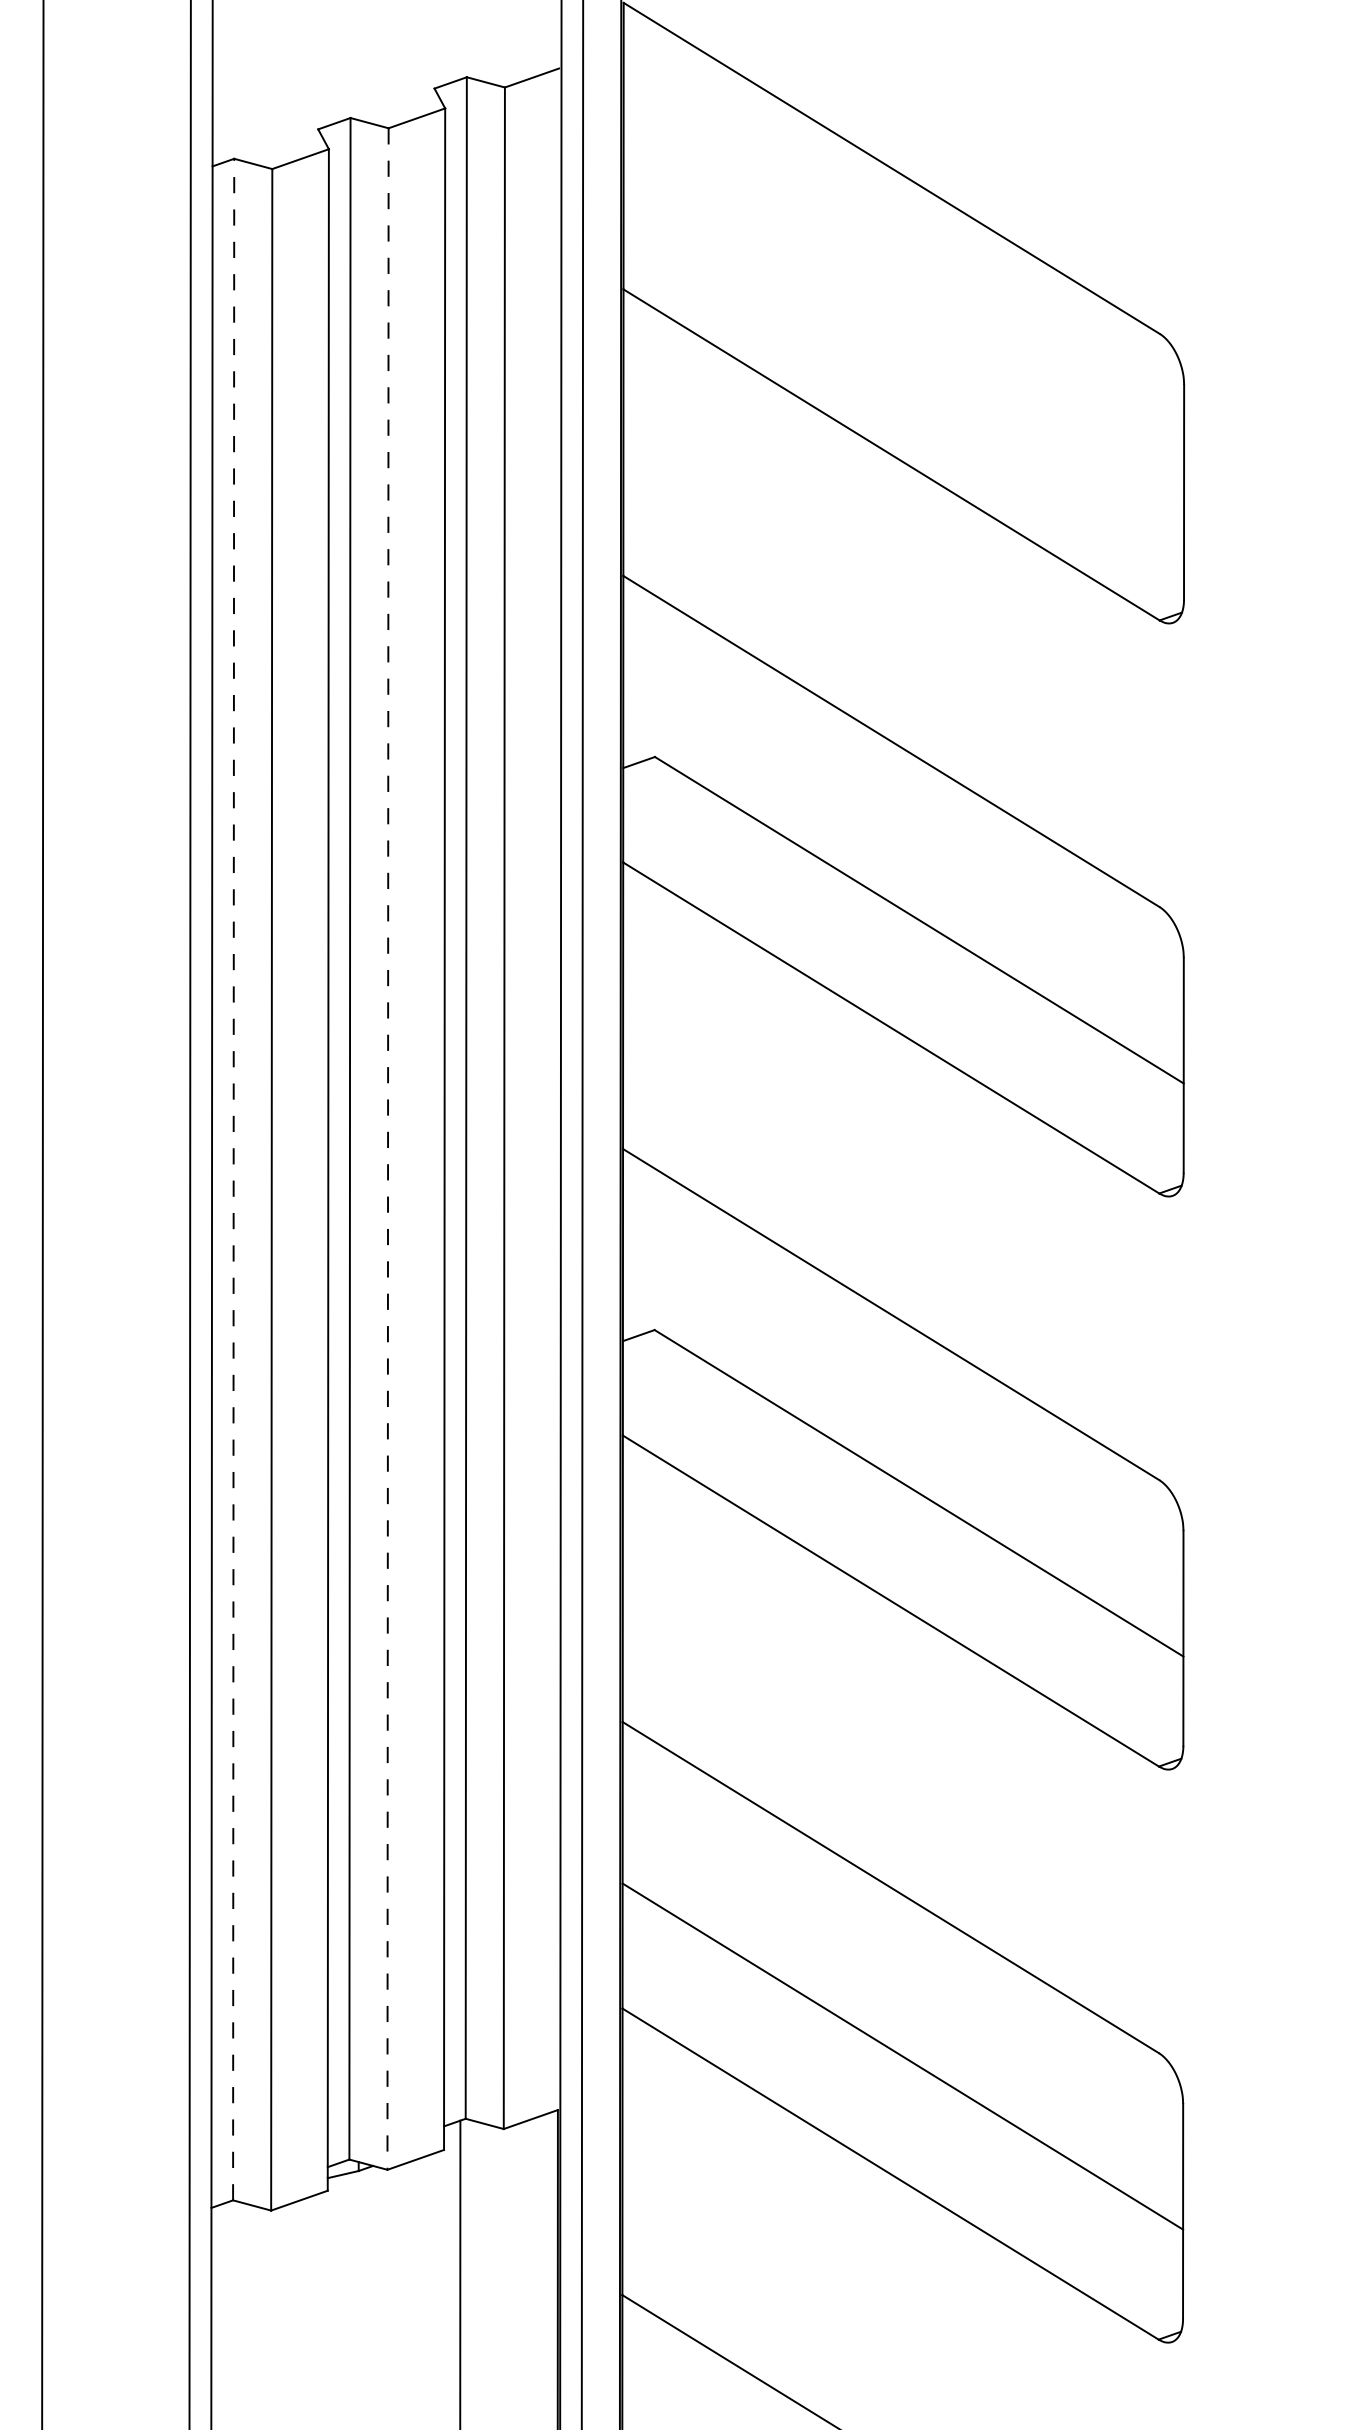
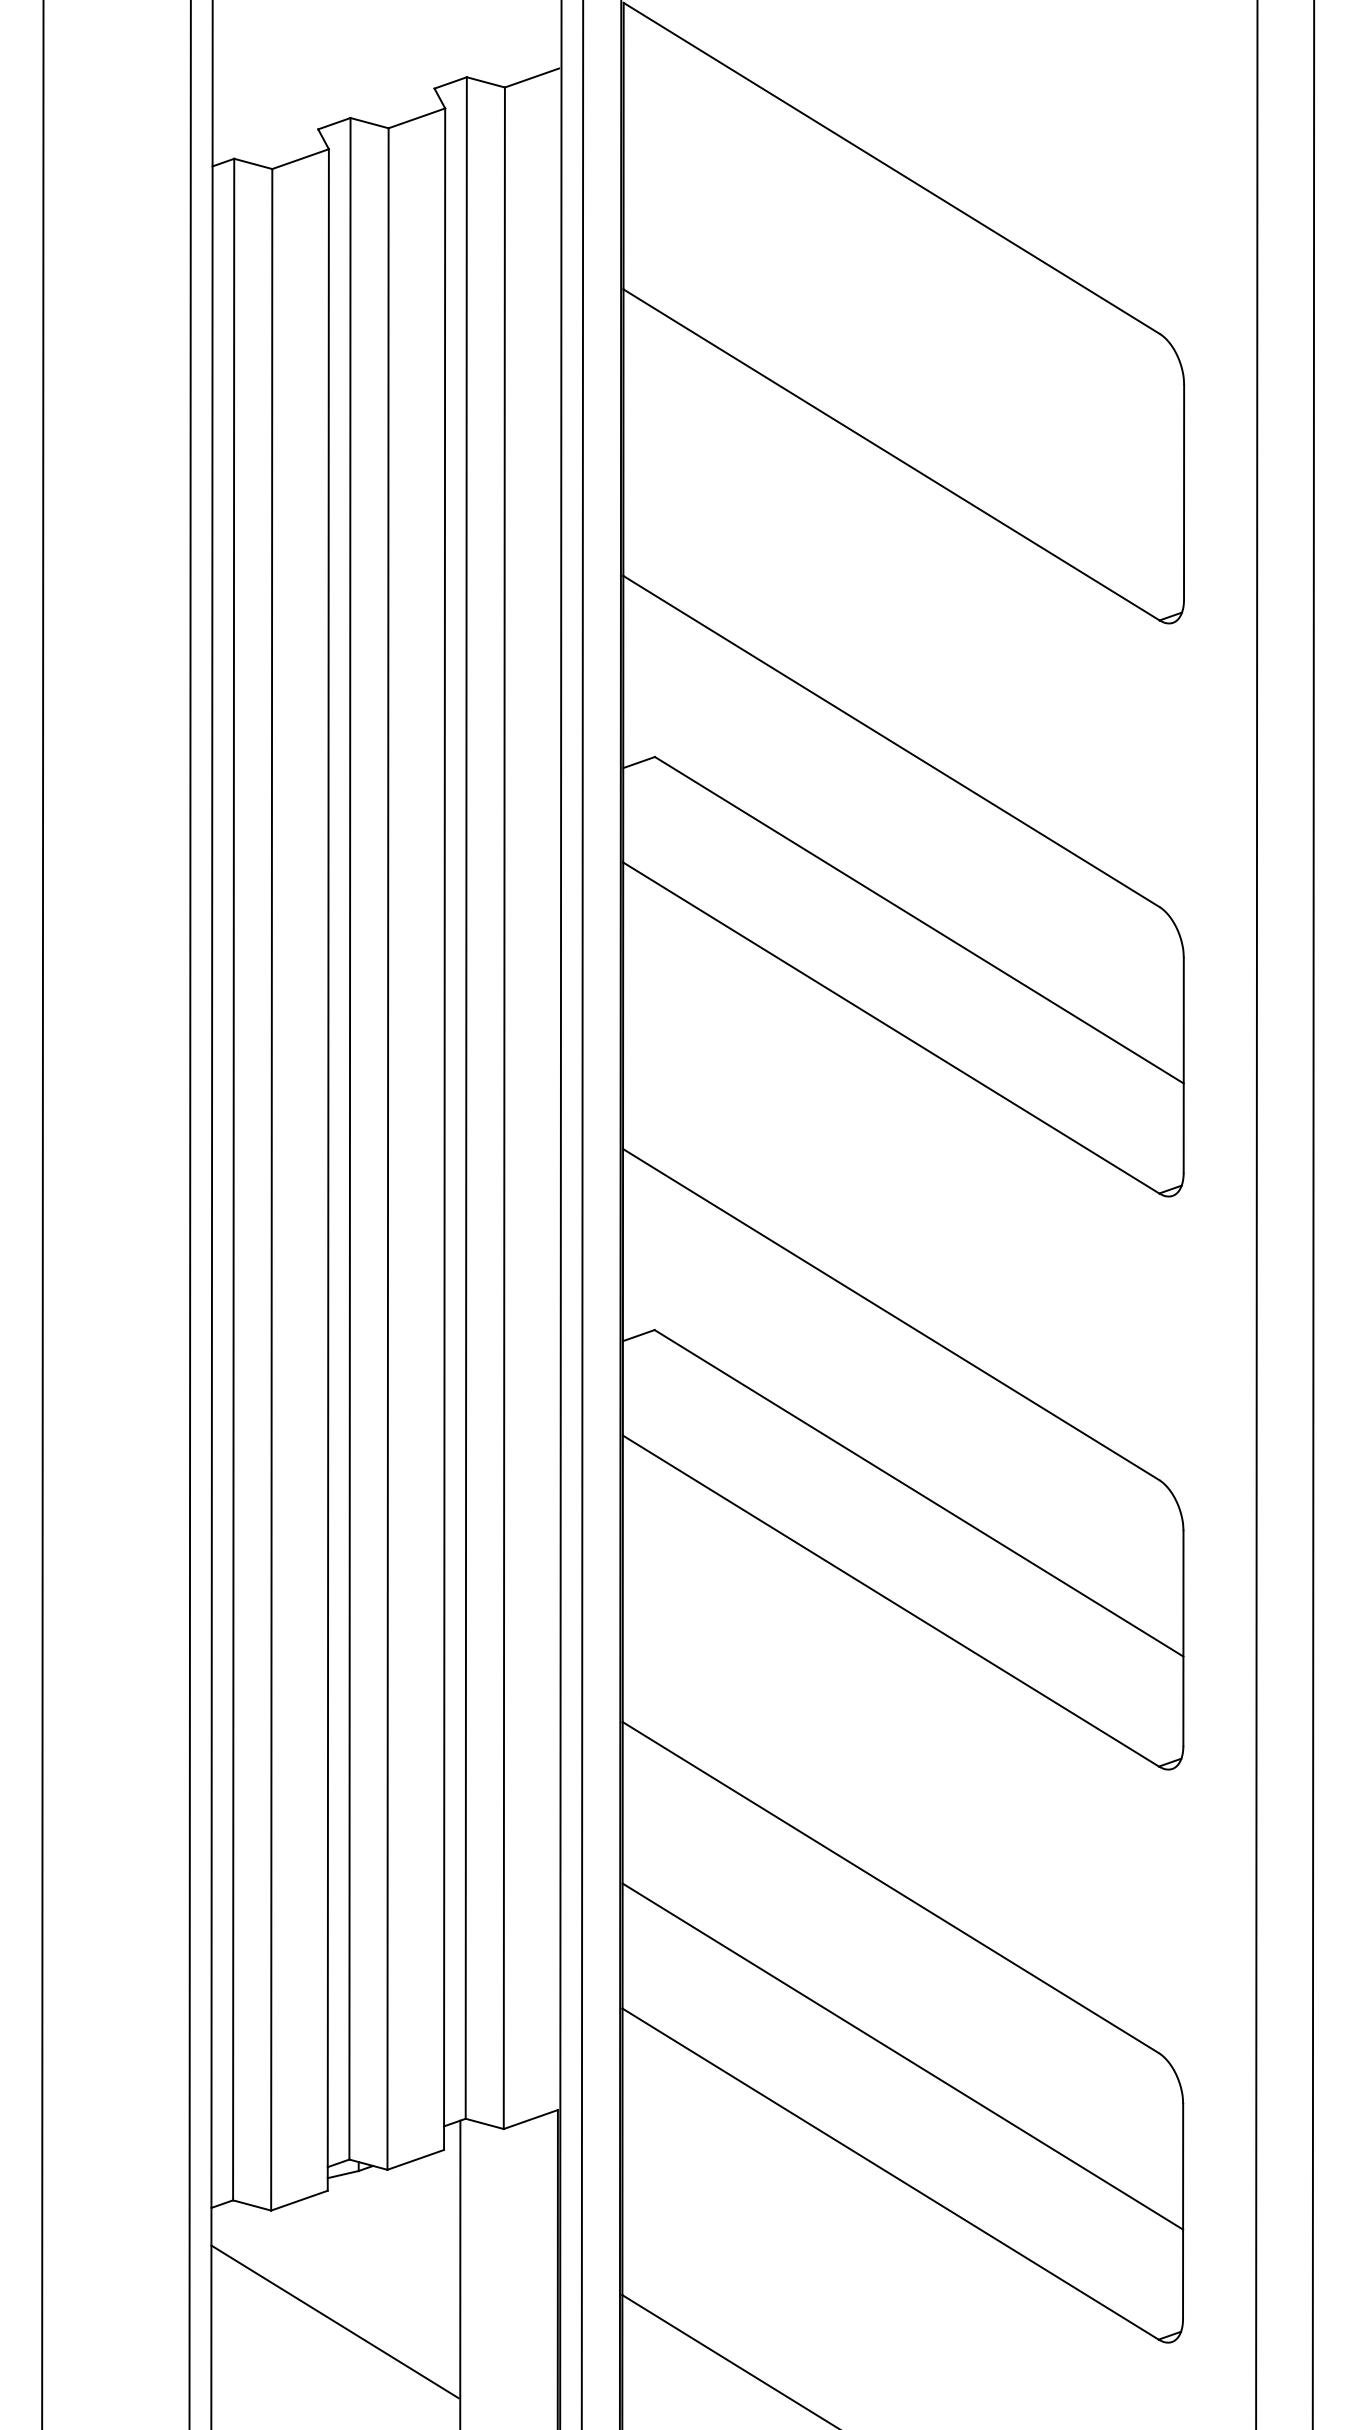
line at (388, 1149): dashed -> solid
line at (233, 1179): dashed -> solid
line at (1256, 1214): none -> present
line at (1313, 1214): none -> present
line at (334, 2321): none -> present
